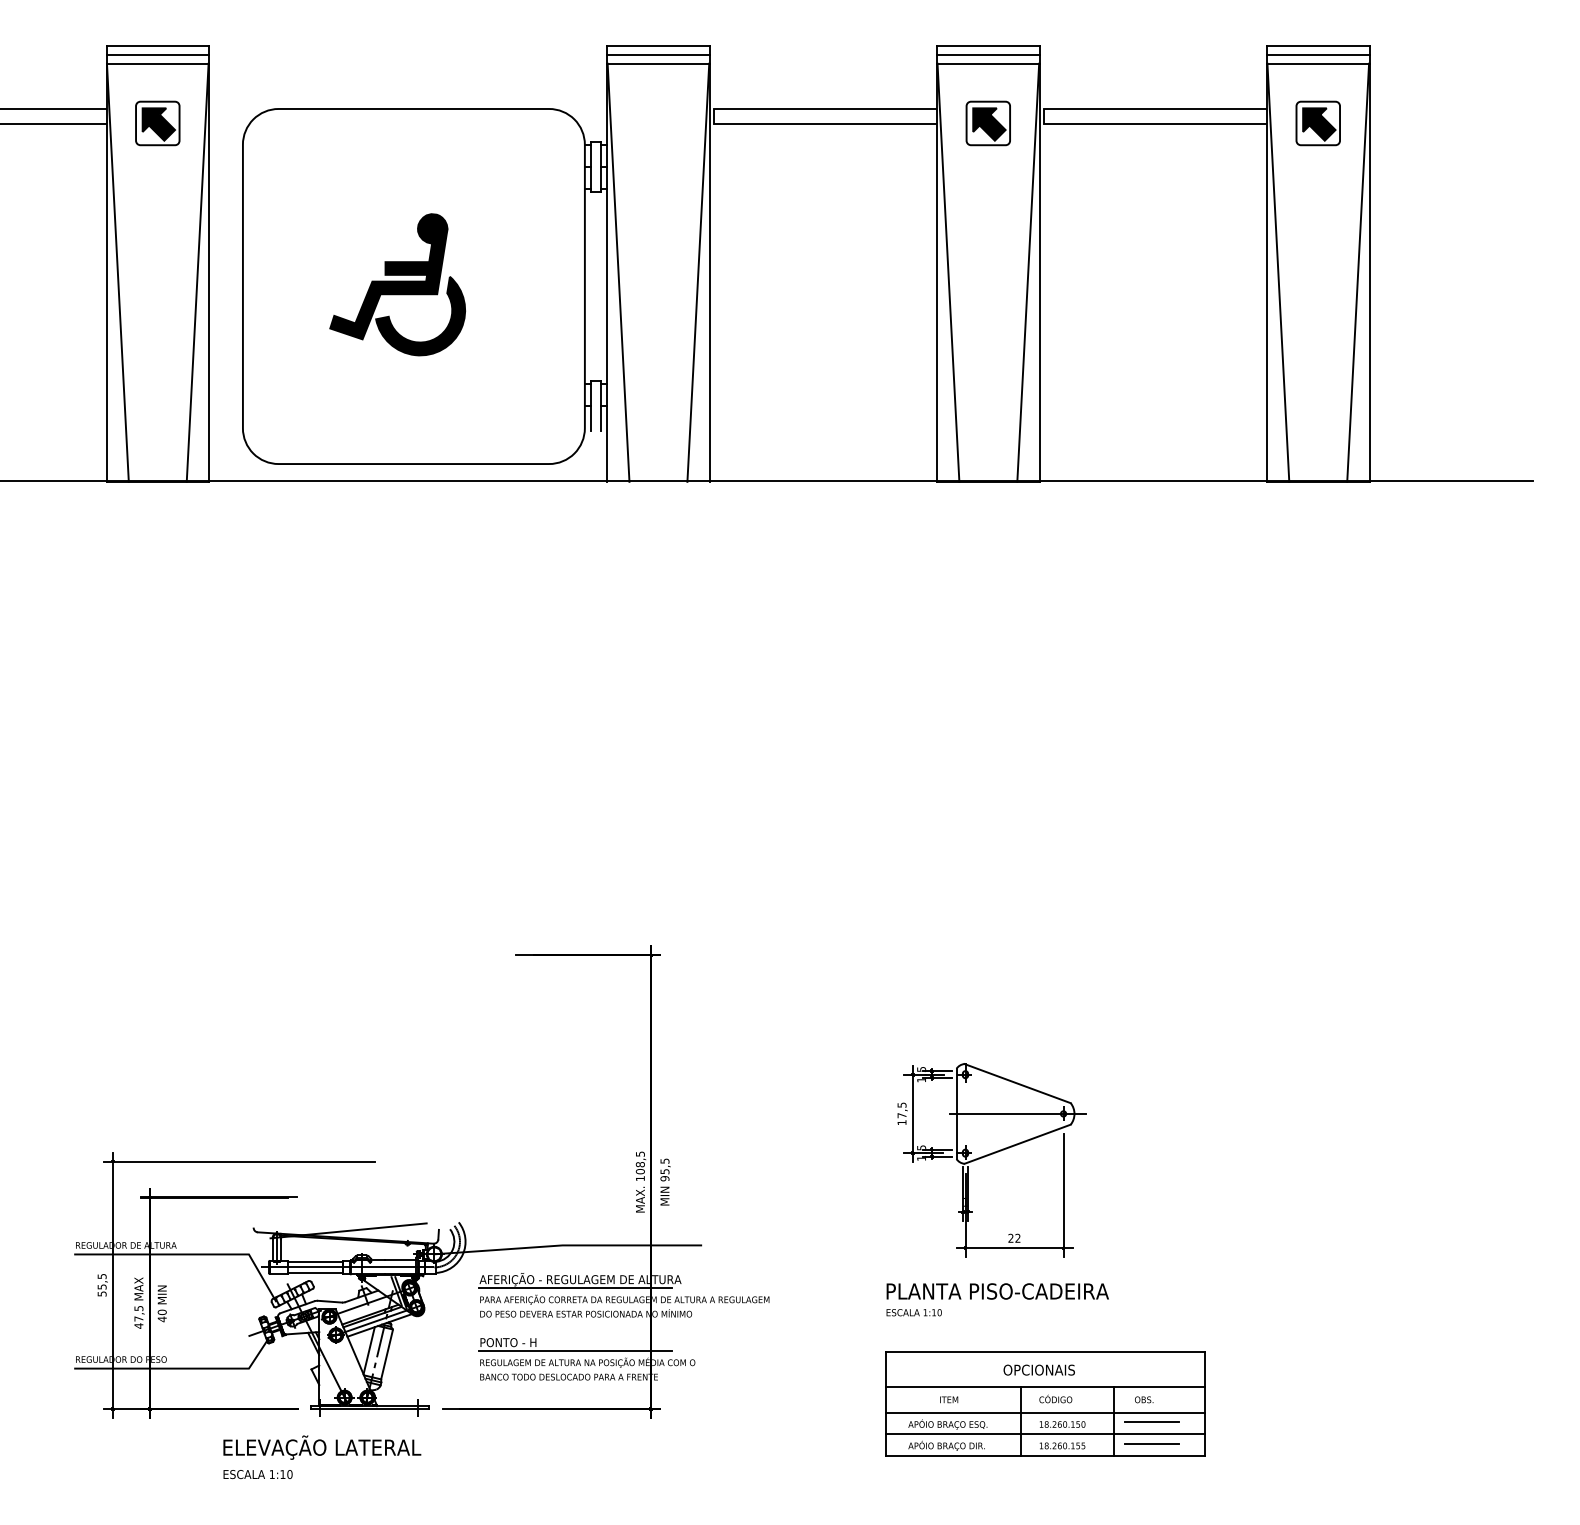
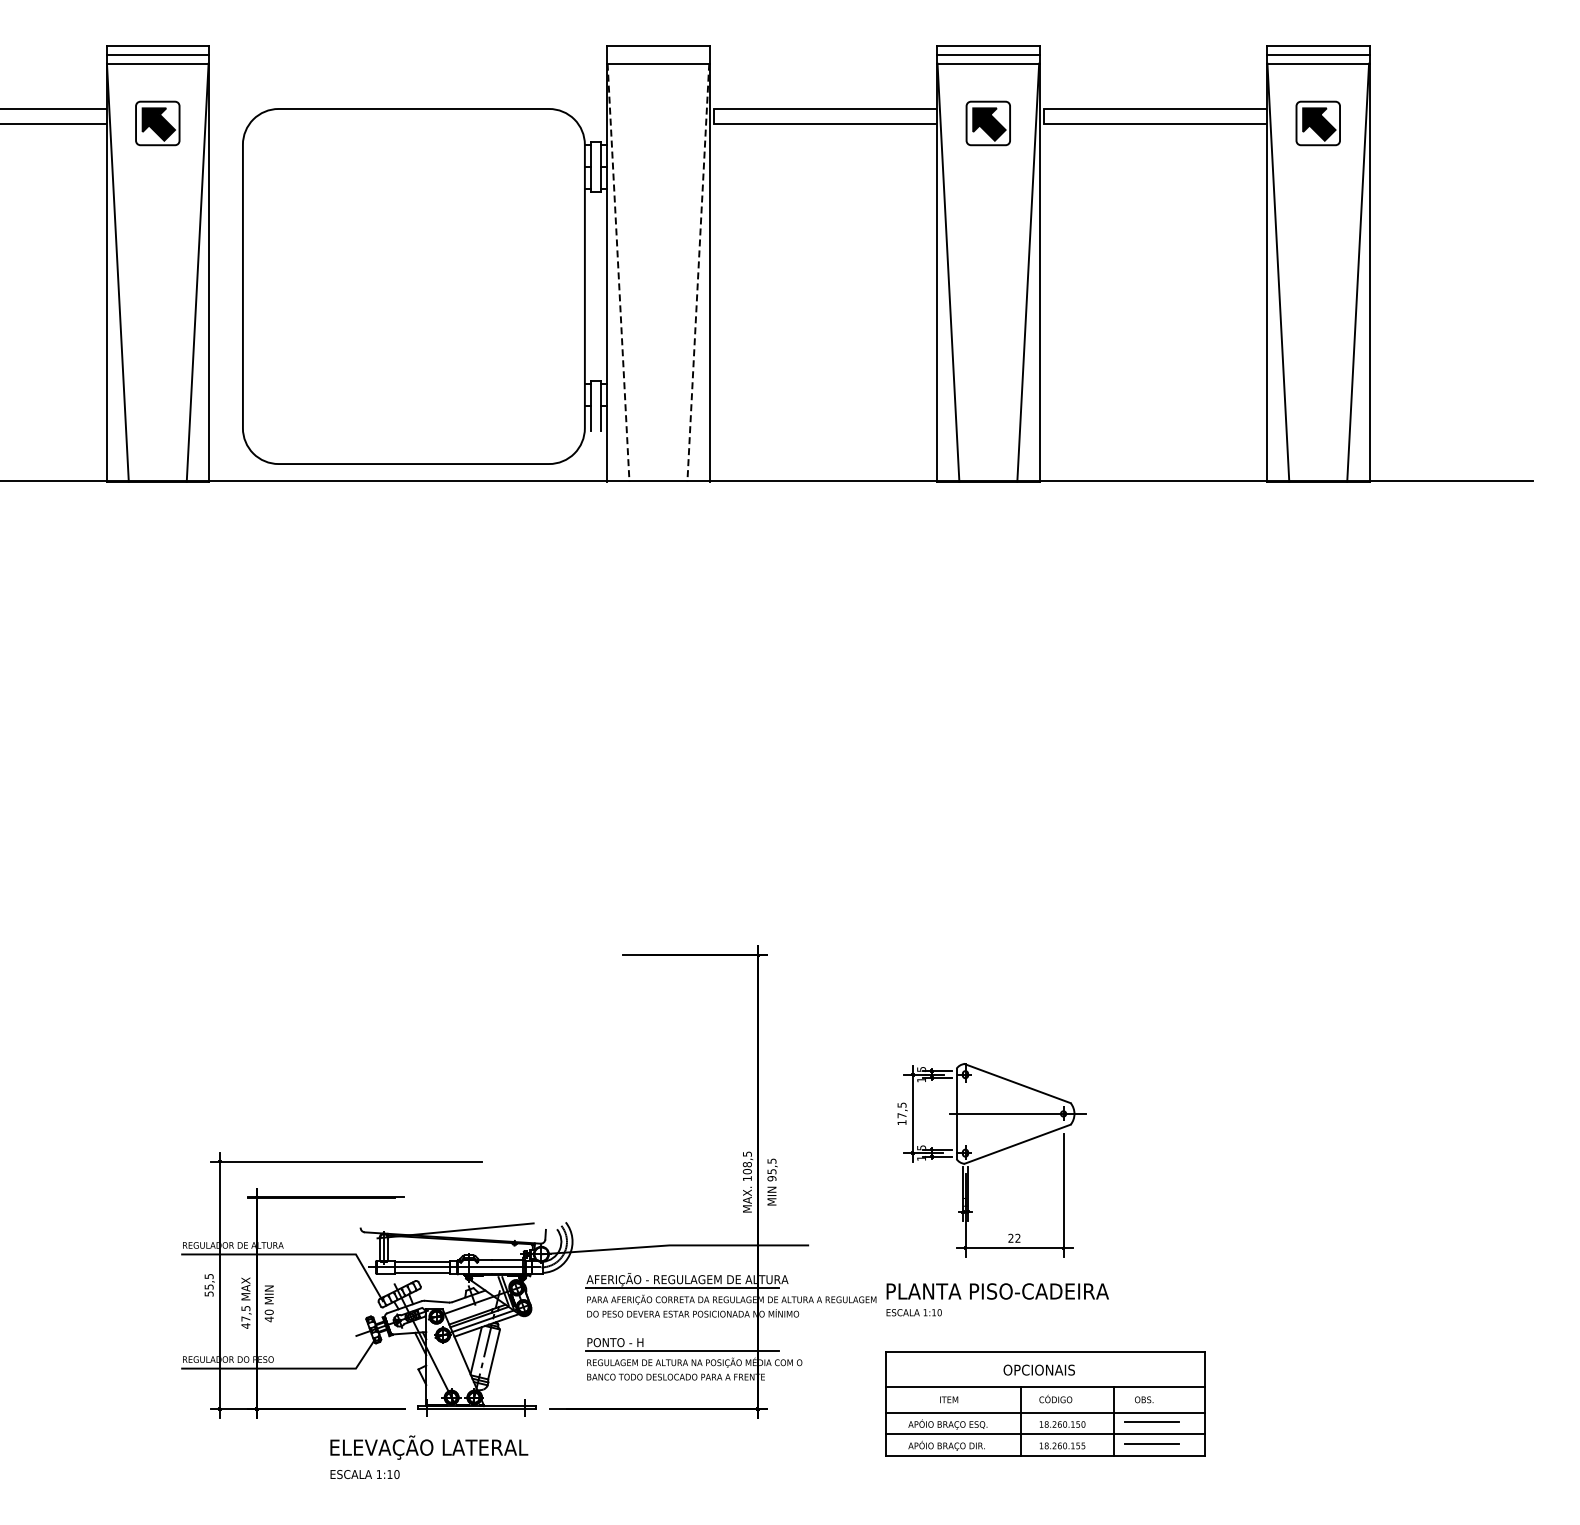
line at (658, 54): present -> none
line at (618, 273): solid -> dashed
line at (698, 273): solid -> dashed
part at (397, 284): present -> none
part at (422, 1222) position: (422, 1222) -> (529, 1222)
